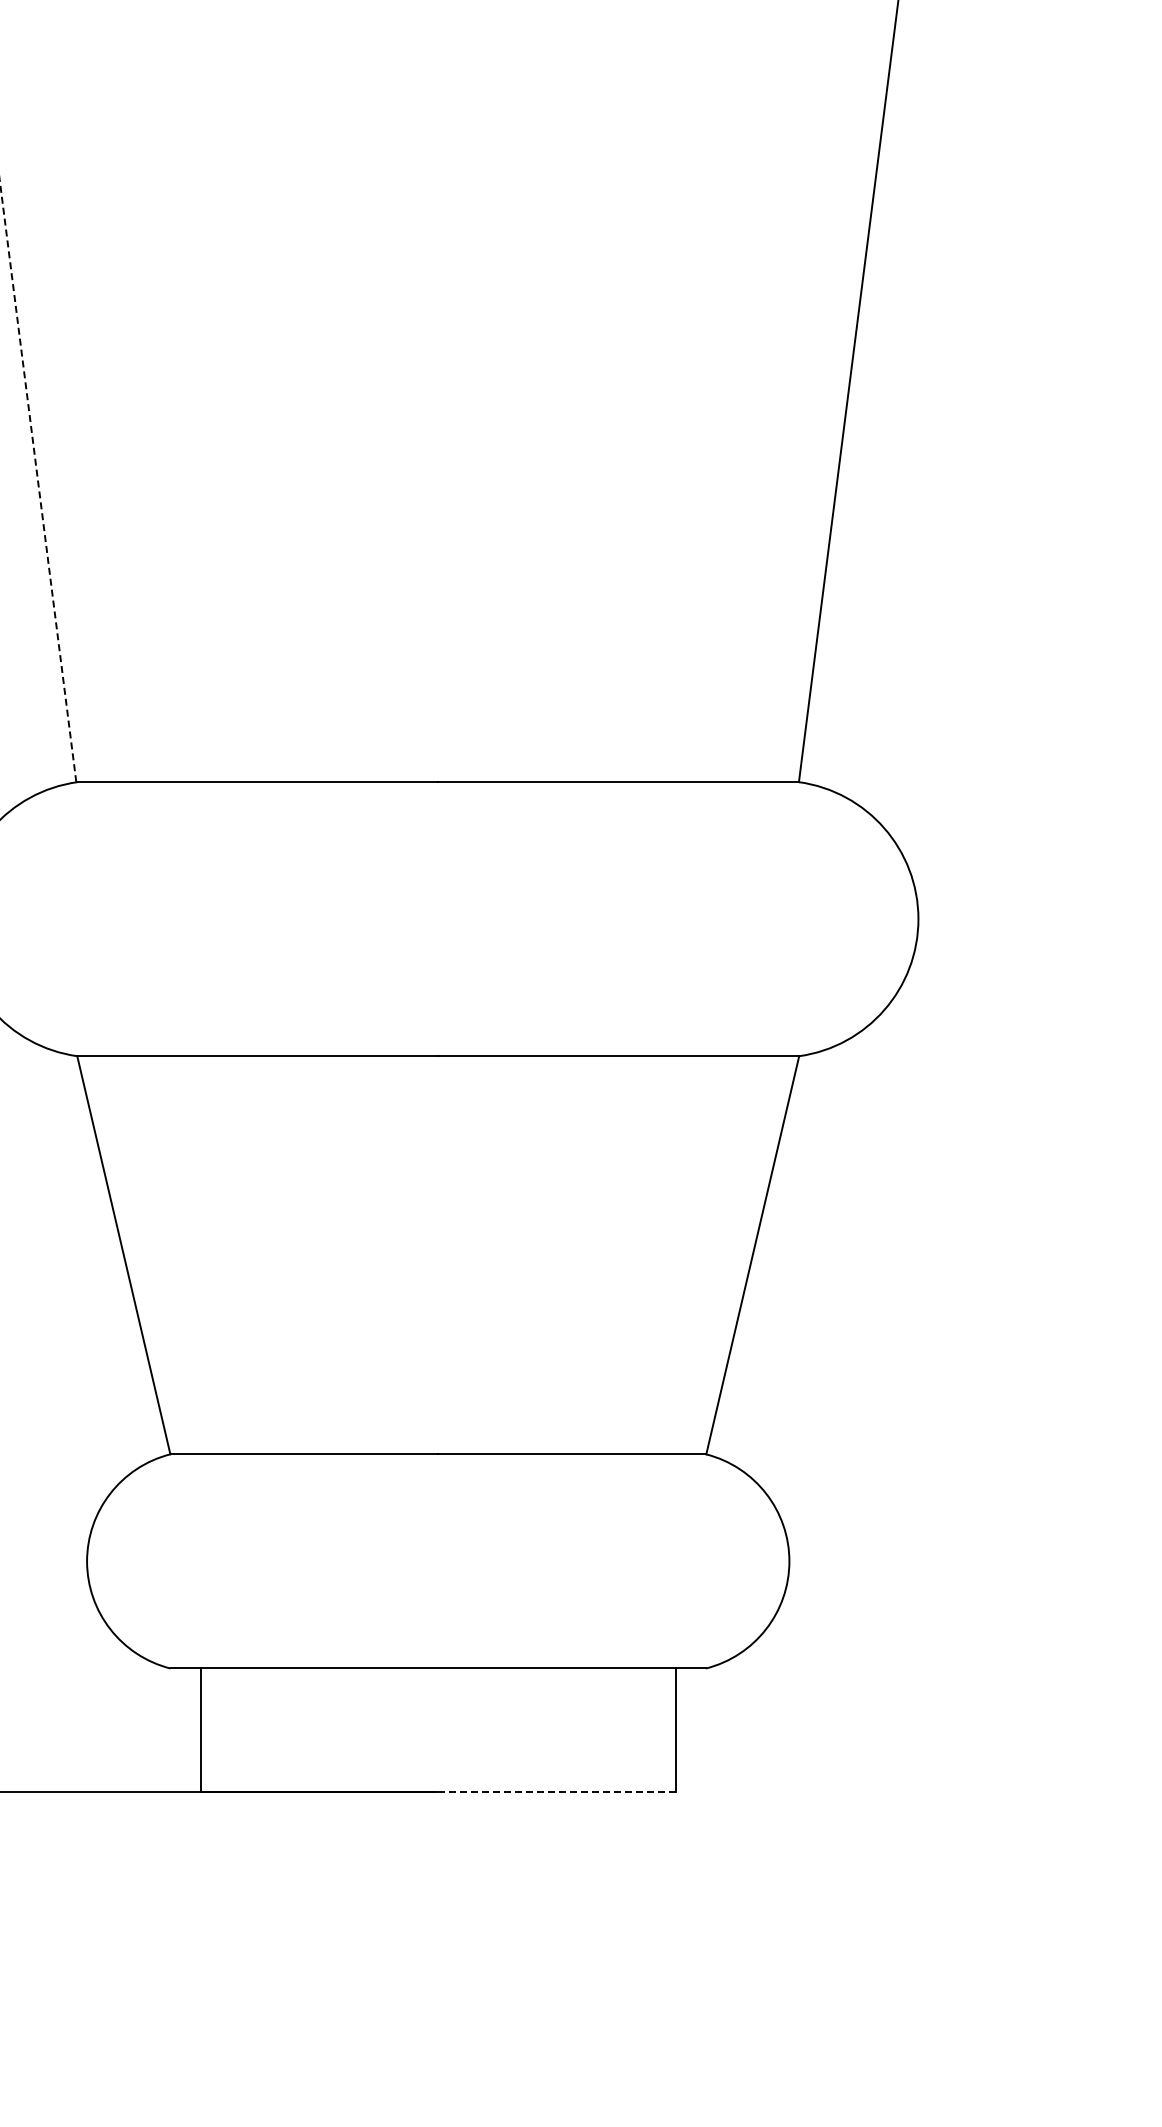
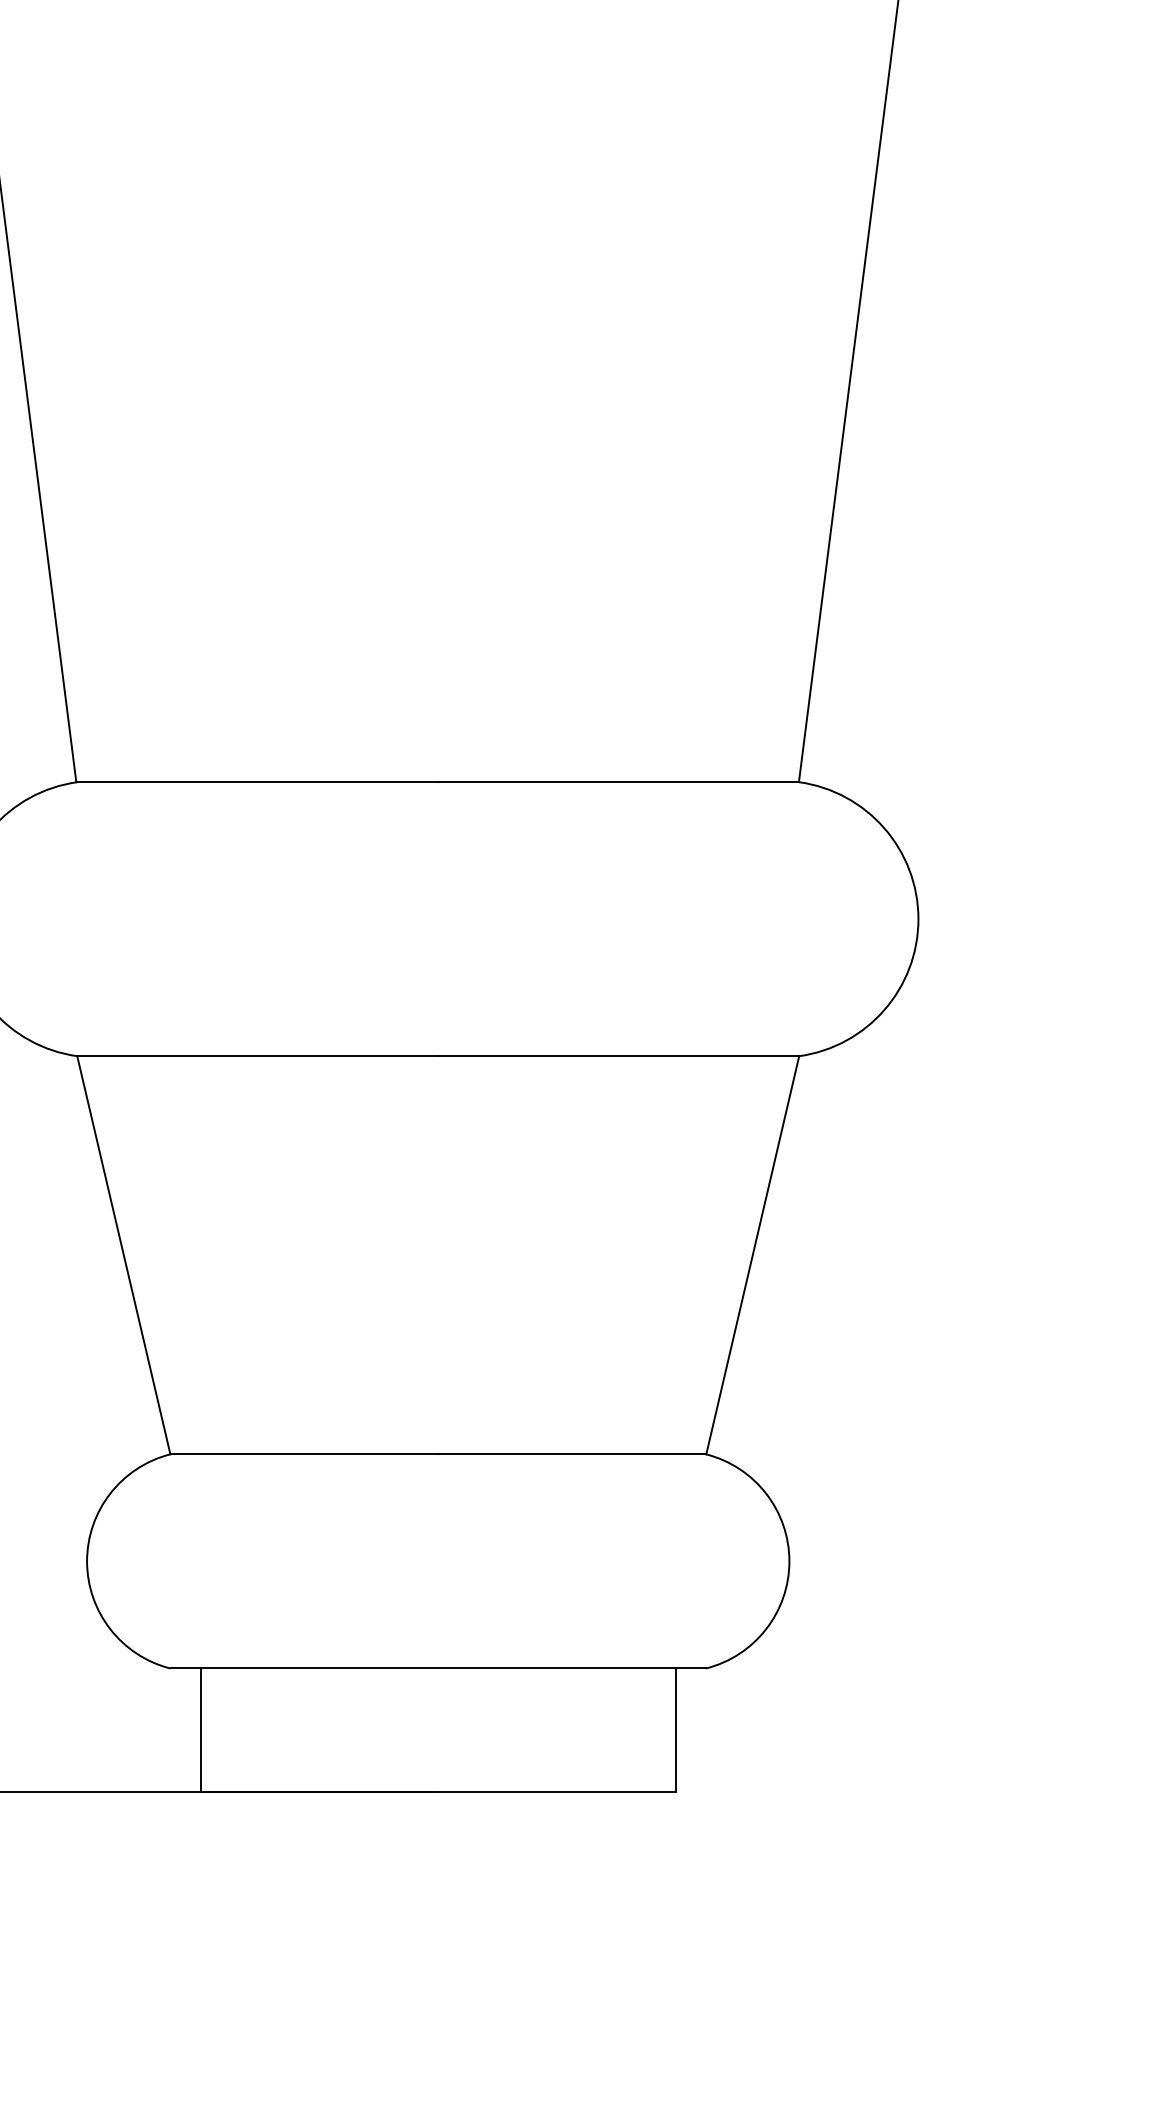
line at (38, 482): dashed -> solid
line at (556, 1791): dashed -> solid
